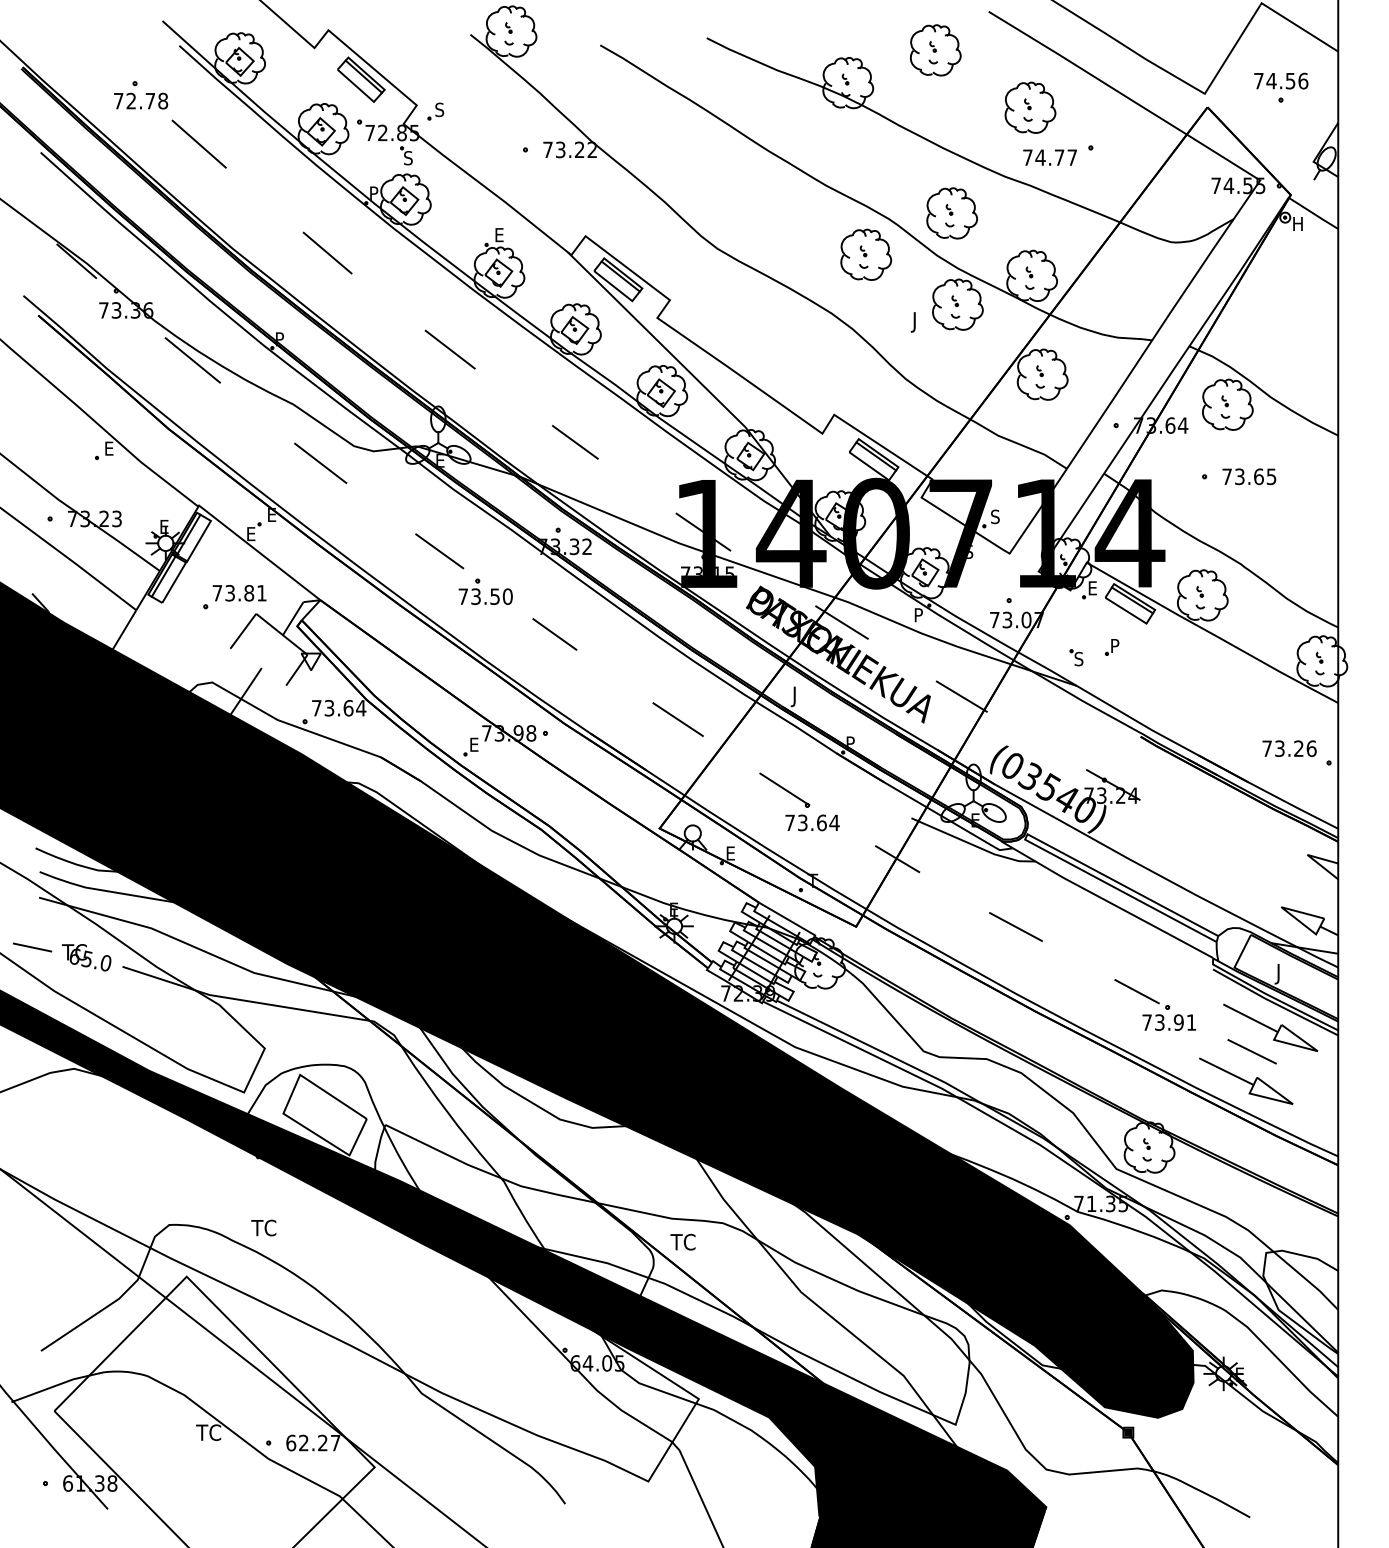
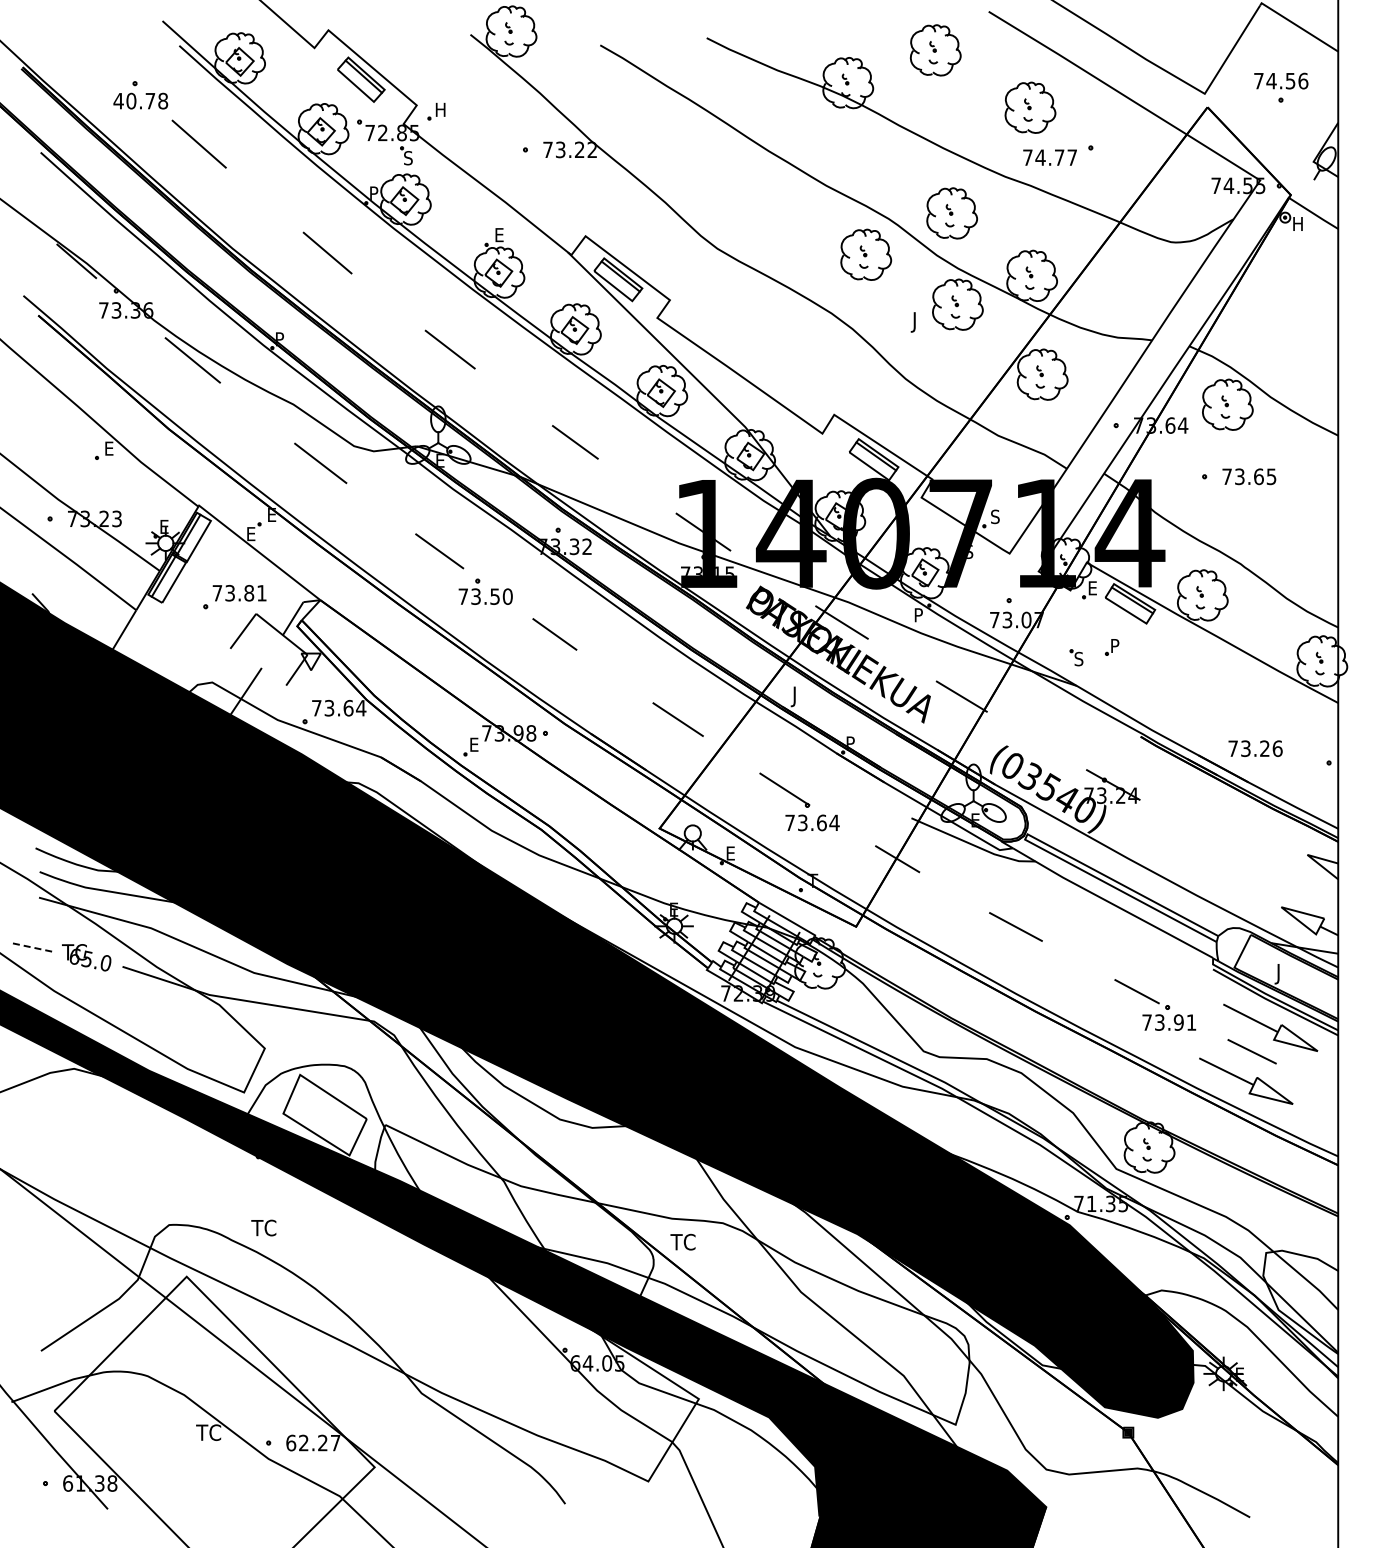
text at (124, 100): 72.78 -> 40.78
text at (440, 109): S -> H
text at (1289, 748) position: (1289, 748) -> (1255, 748)
line at (32, 947): solid -> dashed
